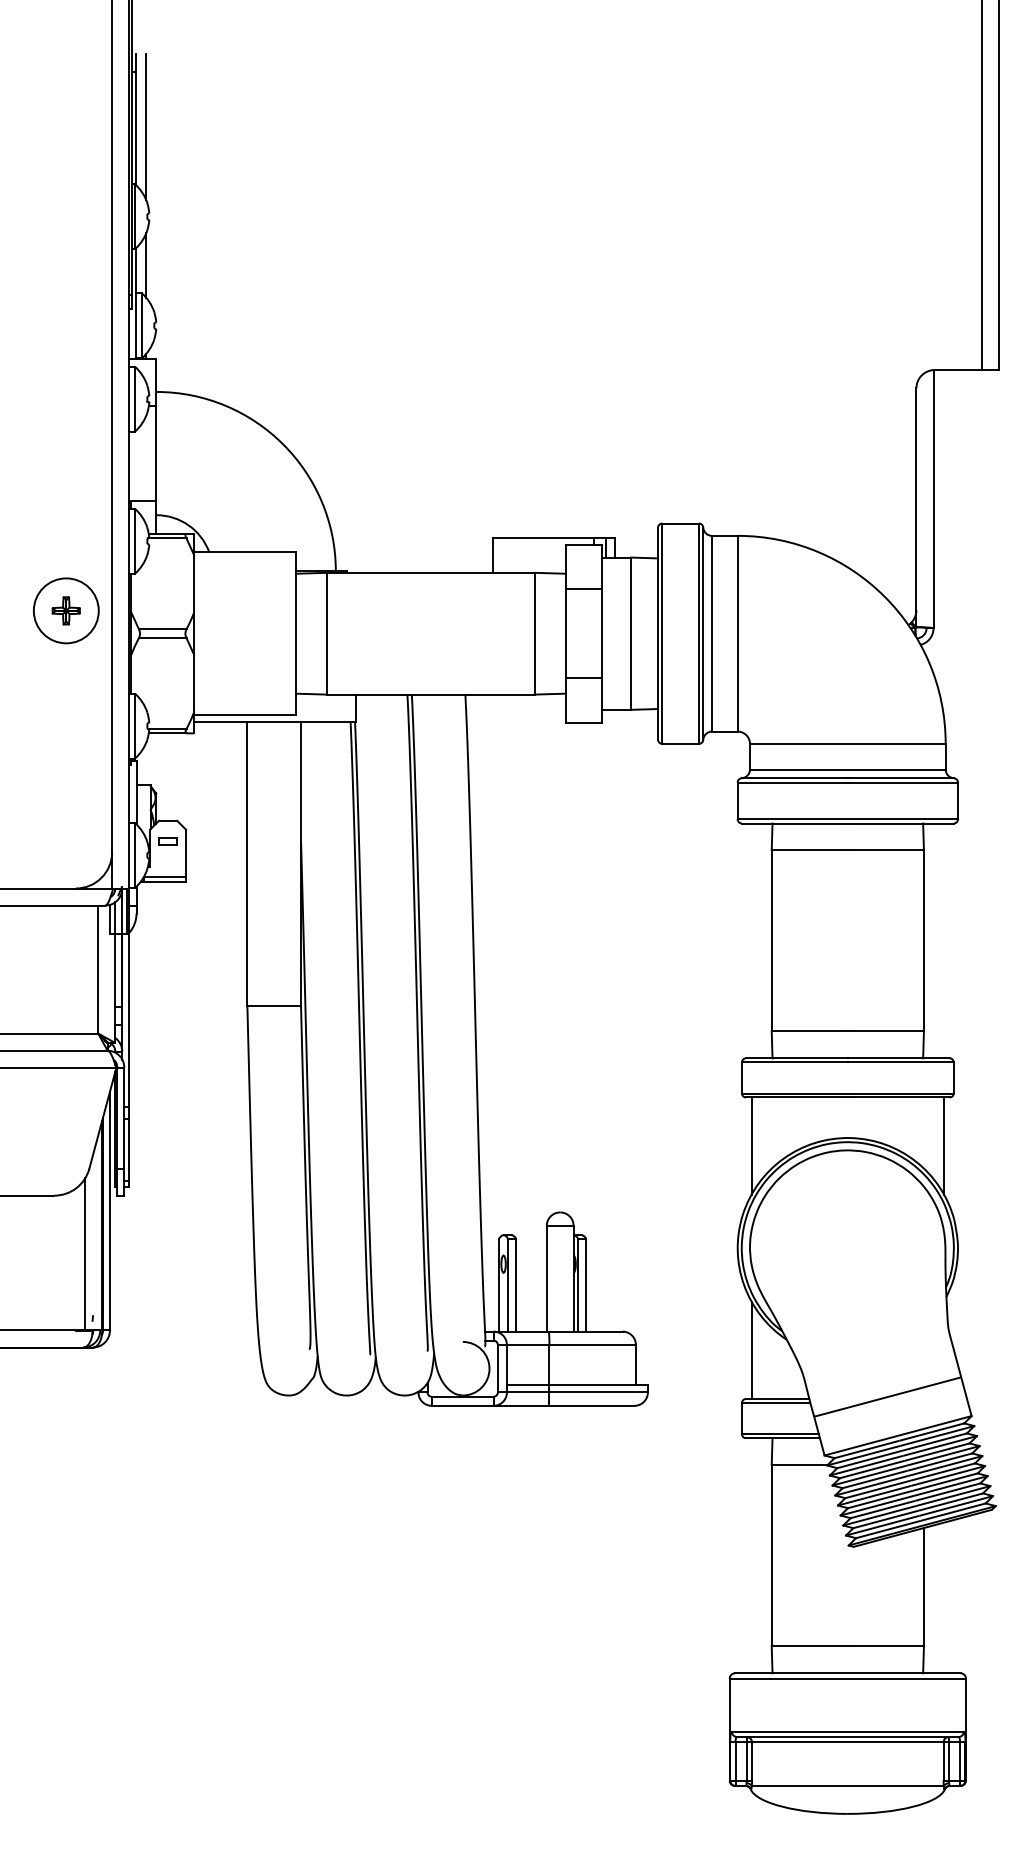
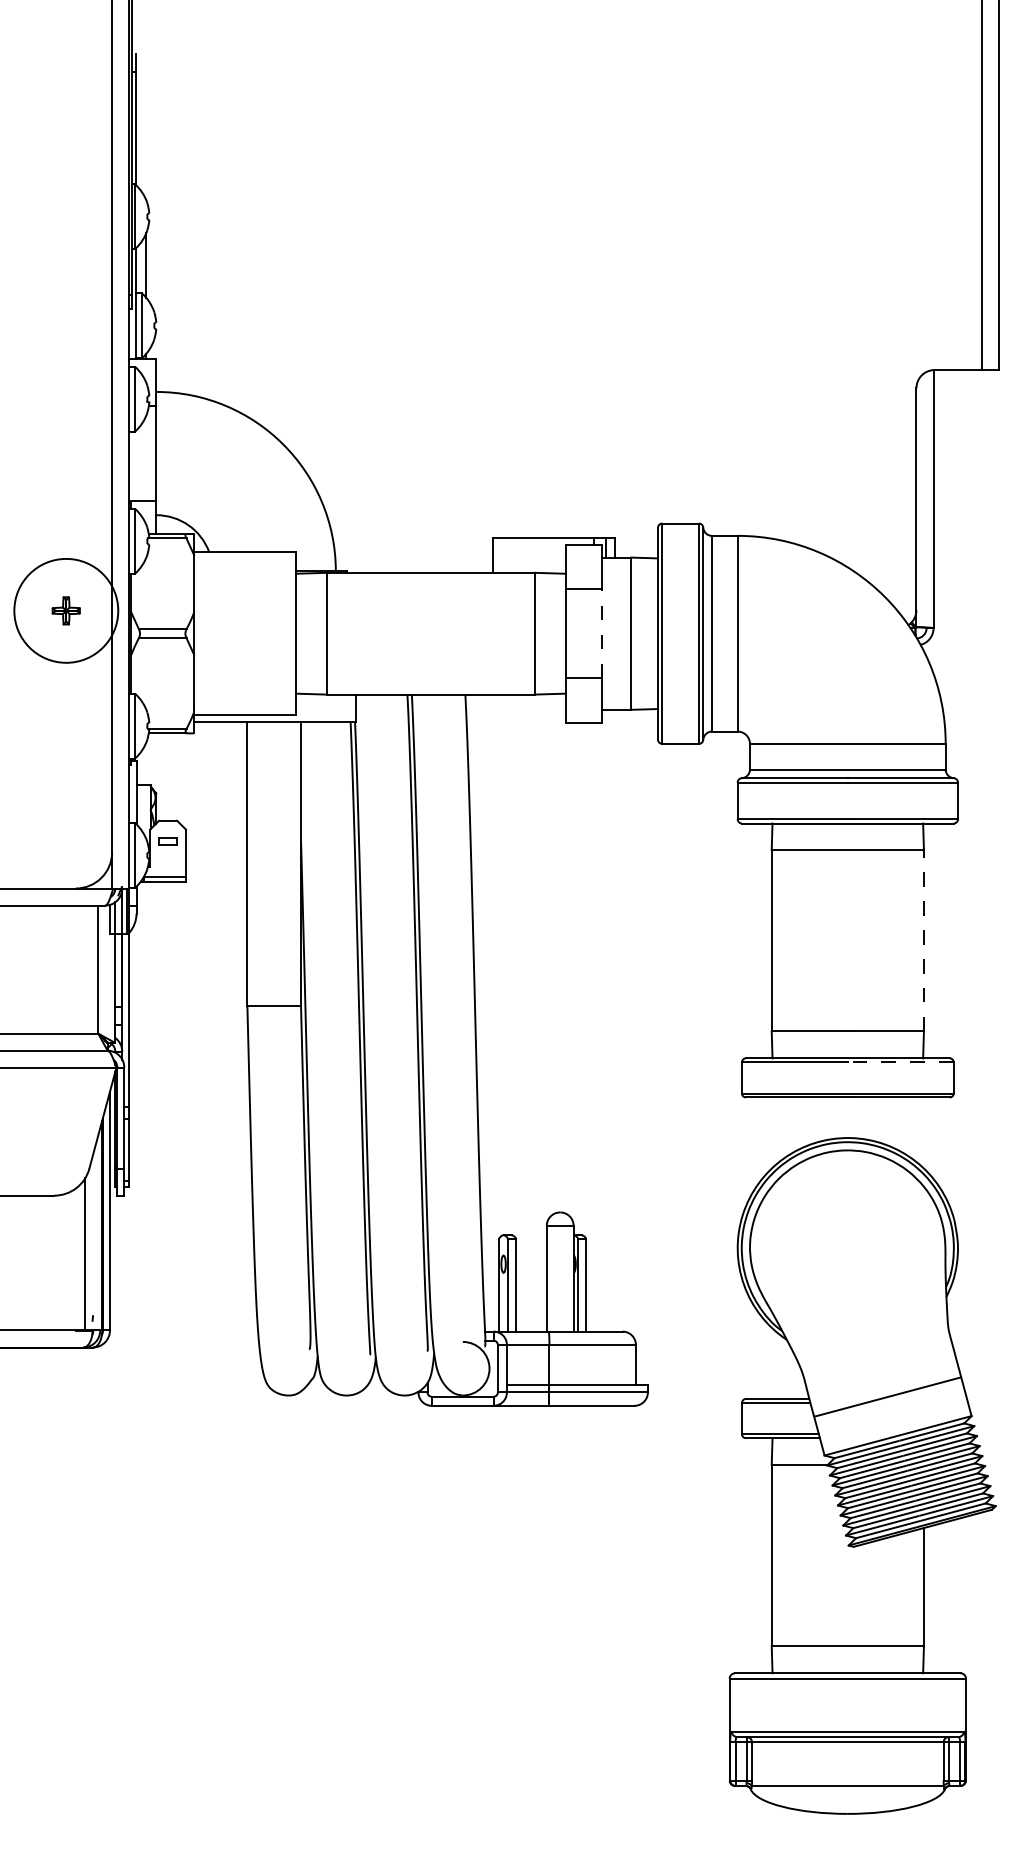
line at (146, 127): present -> none
circle at (65, 610) diameter: 65 px -> 104 px
line at (601, 633): solid -> dashed
line at (923, 940): solid -> dashed
line at (900, 1062): solid -> dashed
line at (752, 1145): present -> none
line at (943, 1145): present -> none
line at (752, 1350): present -> none
